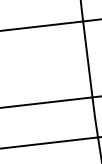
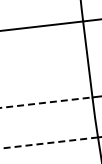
line at (46, 102): solid -> dashed
line at (49, 143): solid -> dashed
